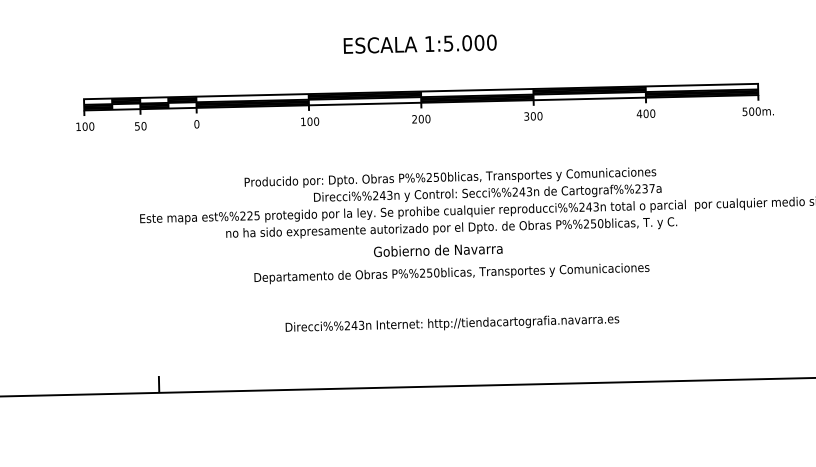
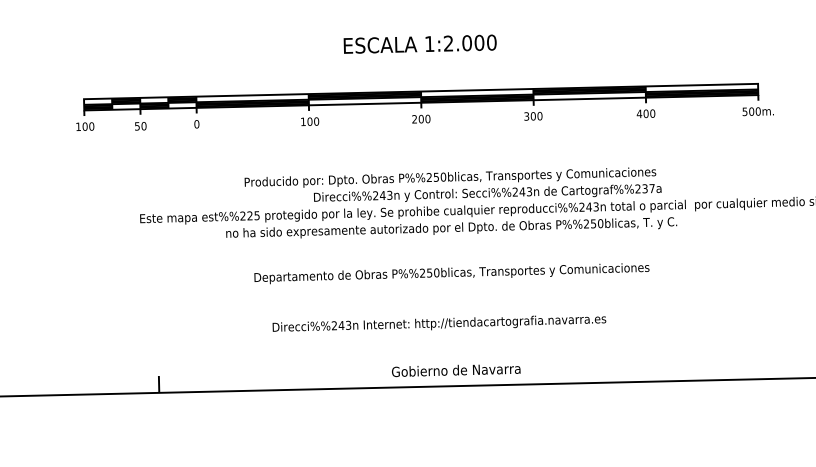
text at (448, 43): 1:5.000 -> 1:2.000
text at (438, 250) position: (438, 250) -> (456, 370)
text at (452, 323) position: (452, 323) -> (439, 323)
